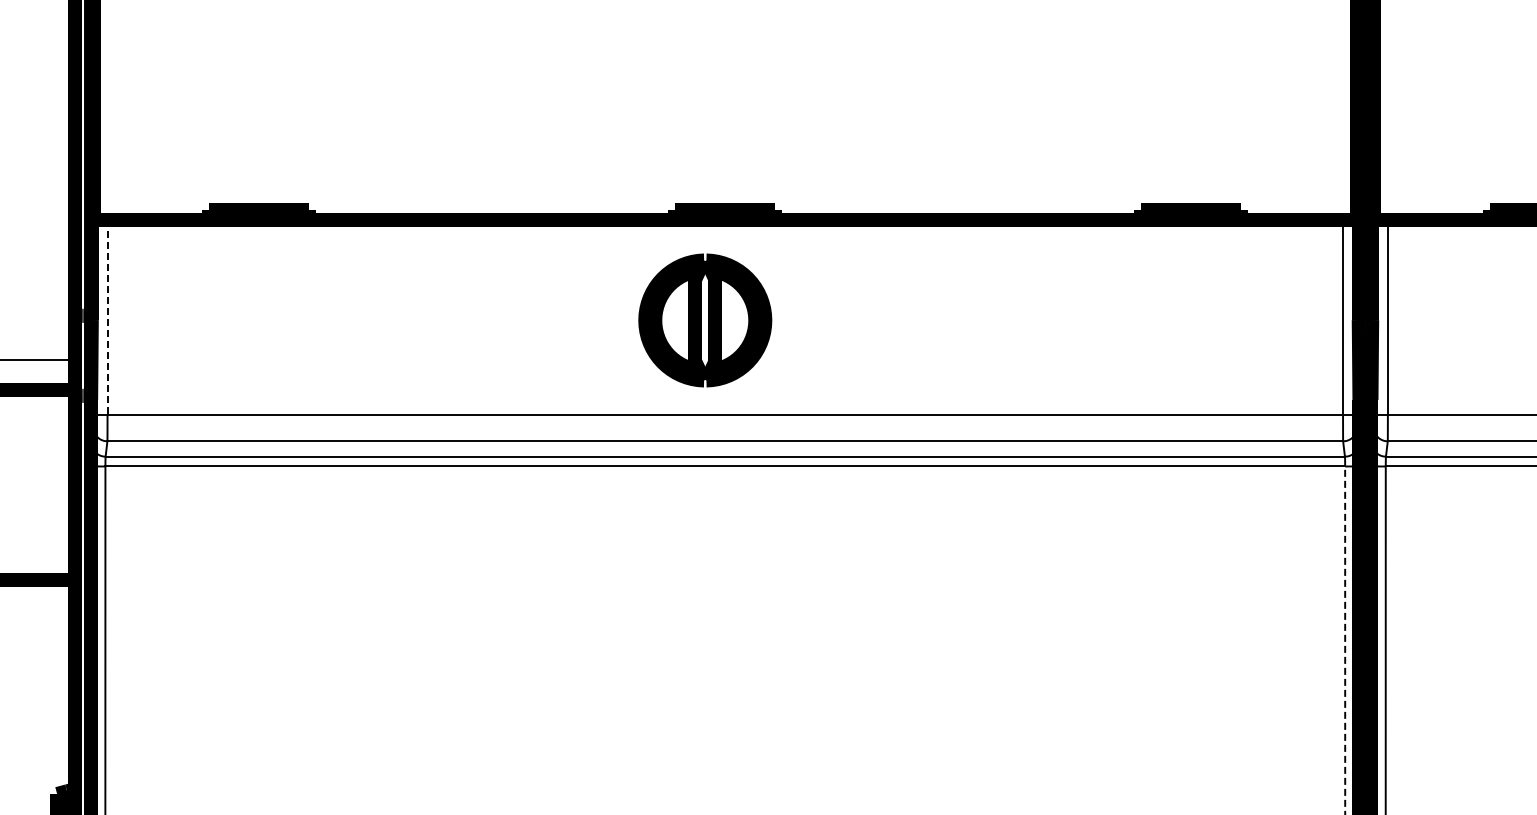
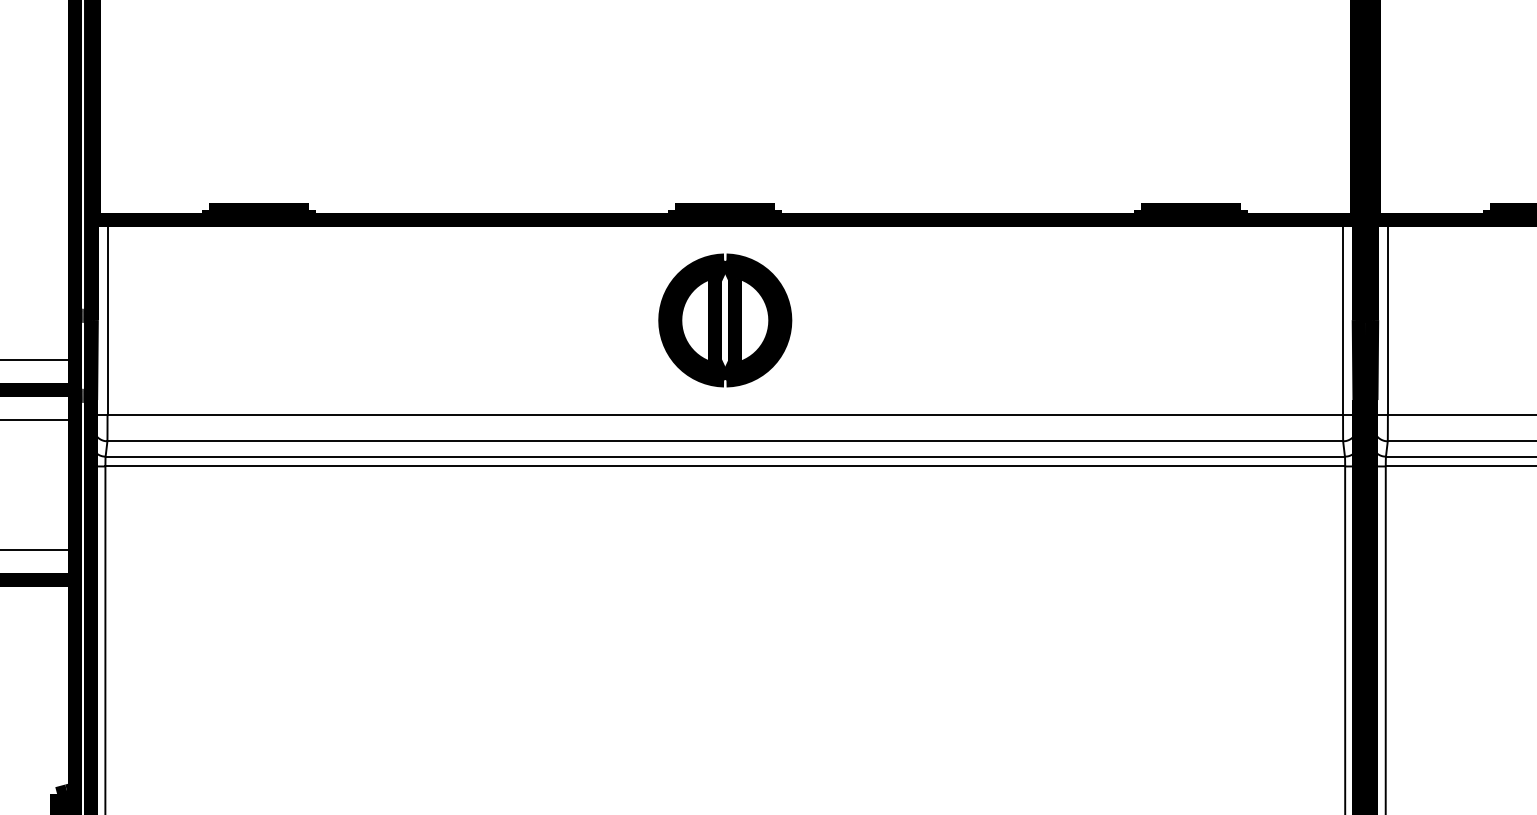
line at (107, 318): dashed -> solid
part at (705, 320) position: (705, 320) -> (725, 320)
line at (38, 419): none -> present
line at (38, 549): none -> present
line at (1345, 640): dashed -> solid
